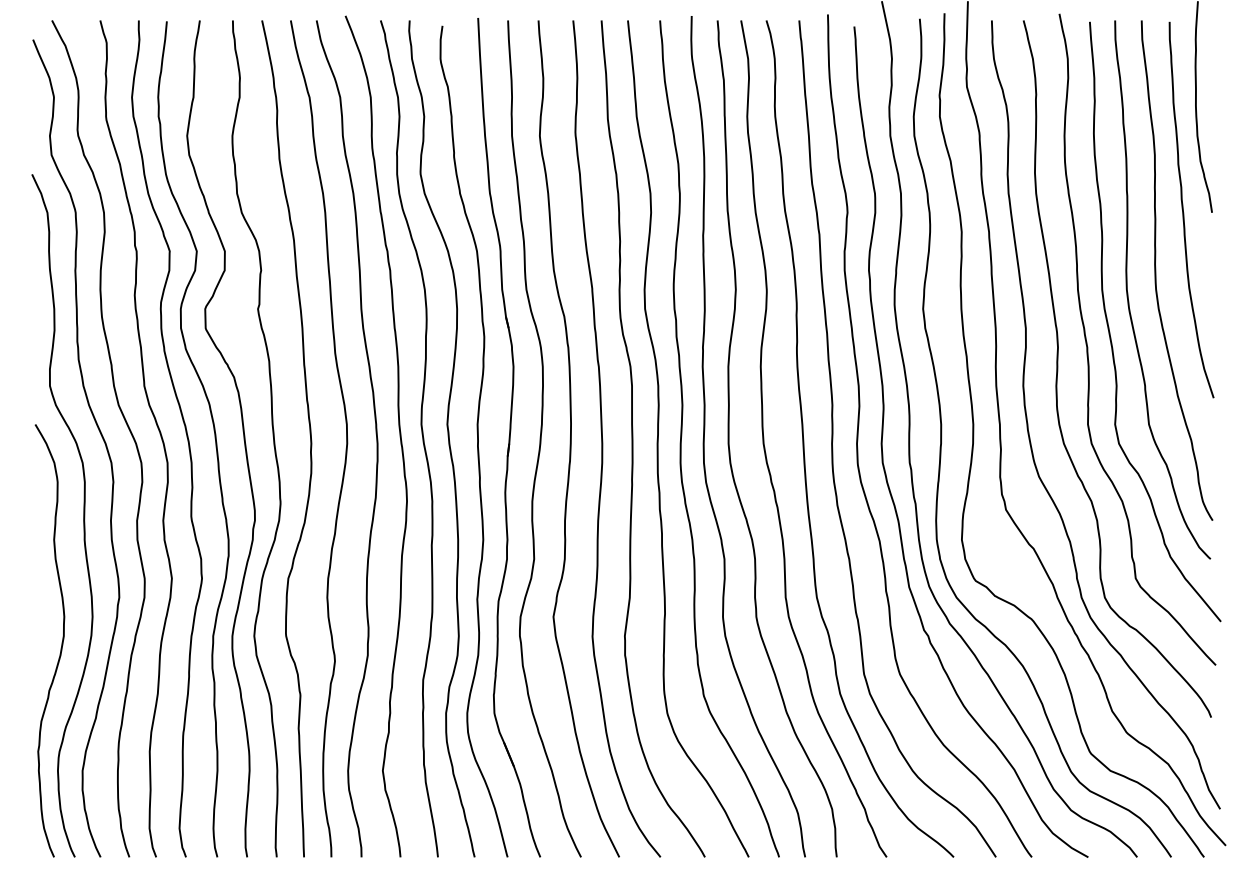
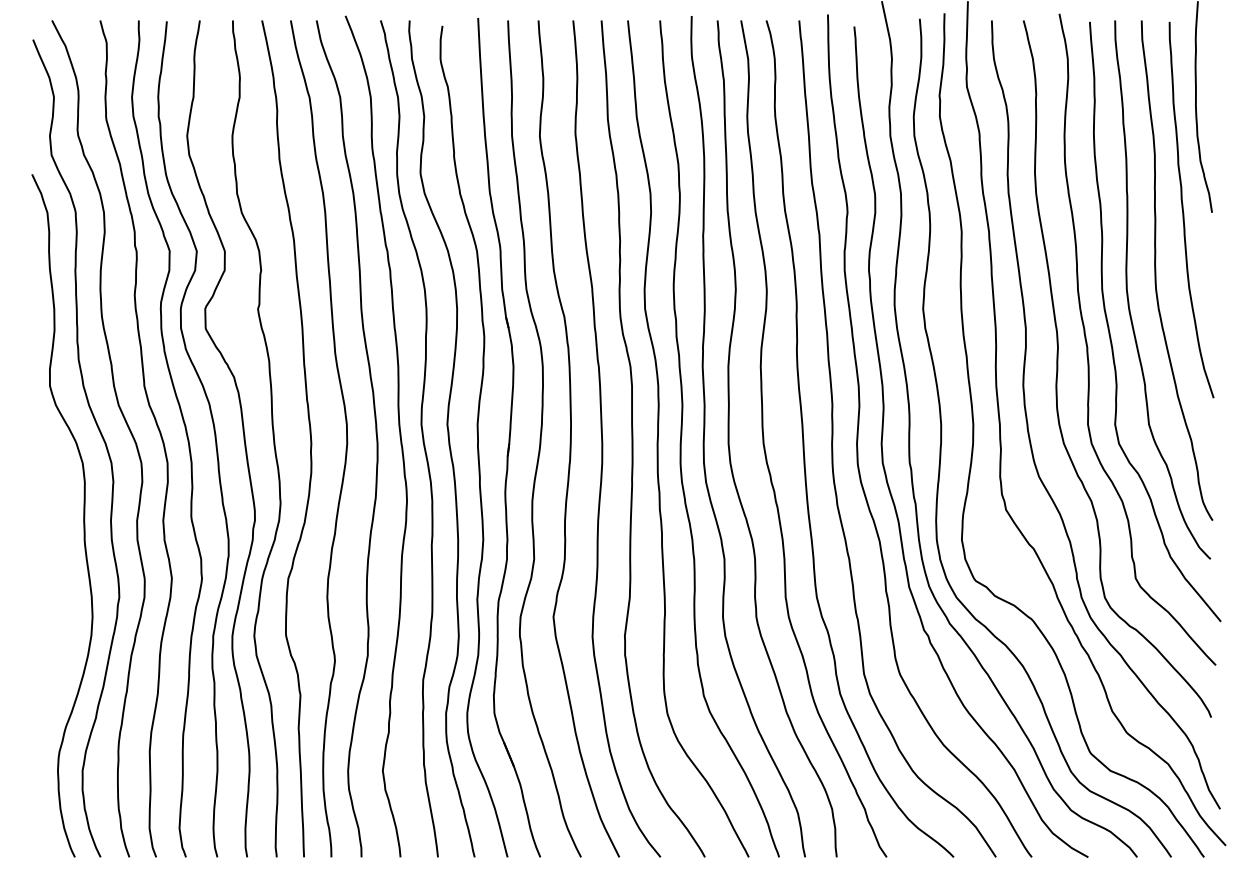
curve at (61, 642): present -> none
